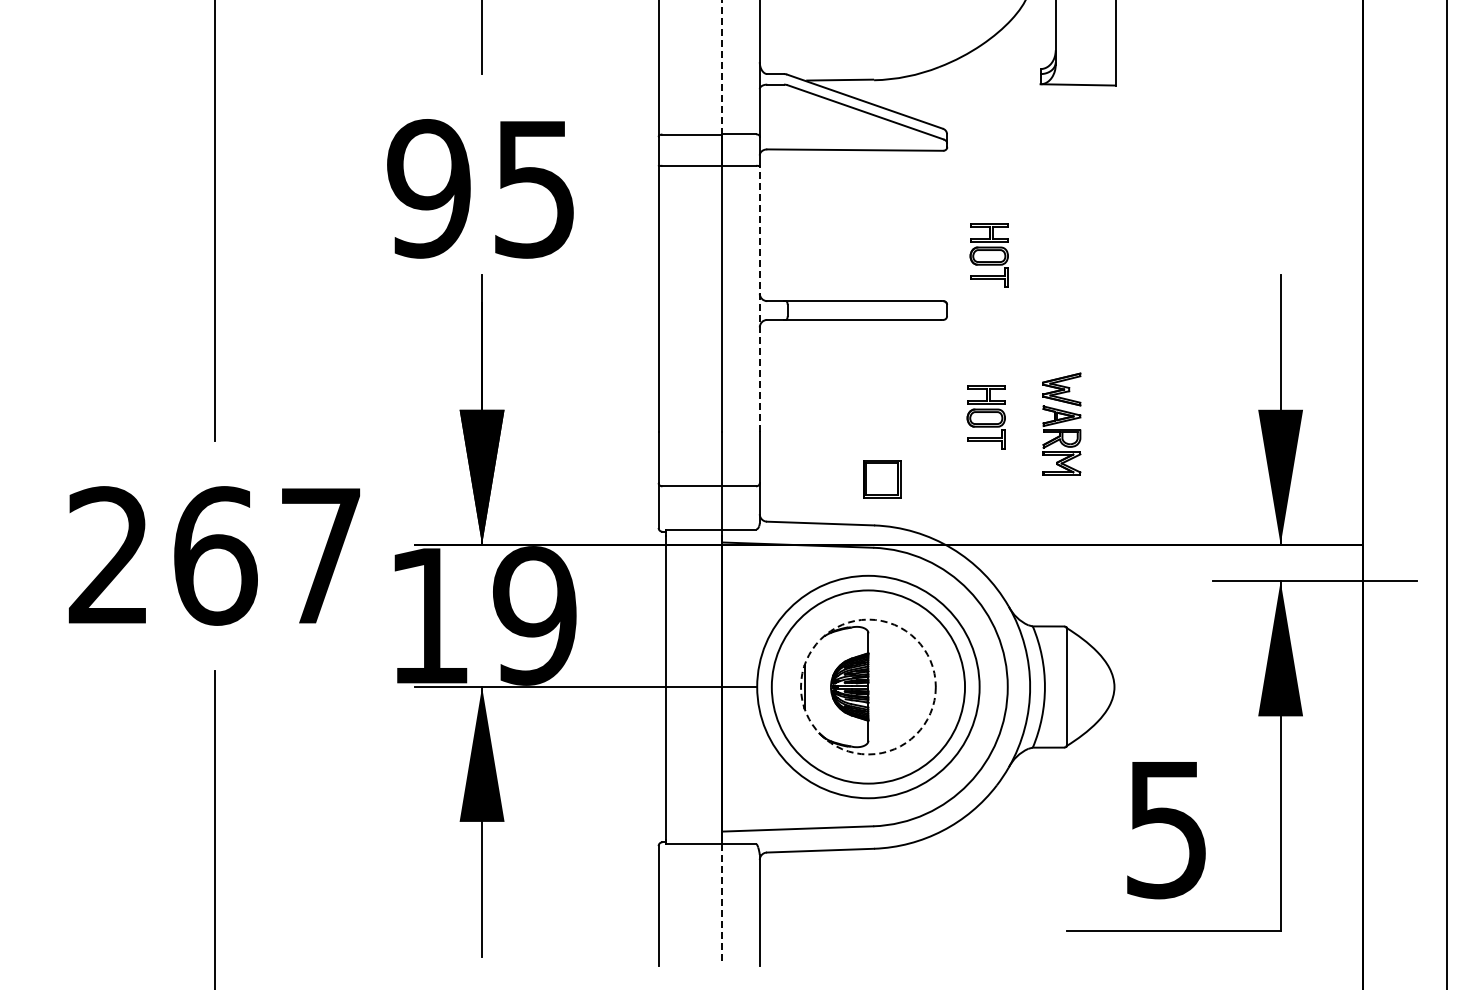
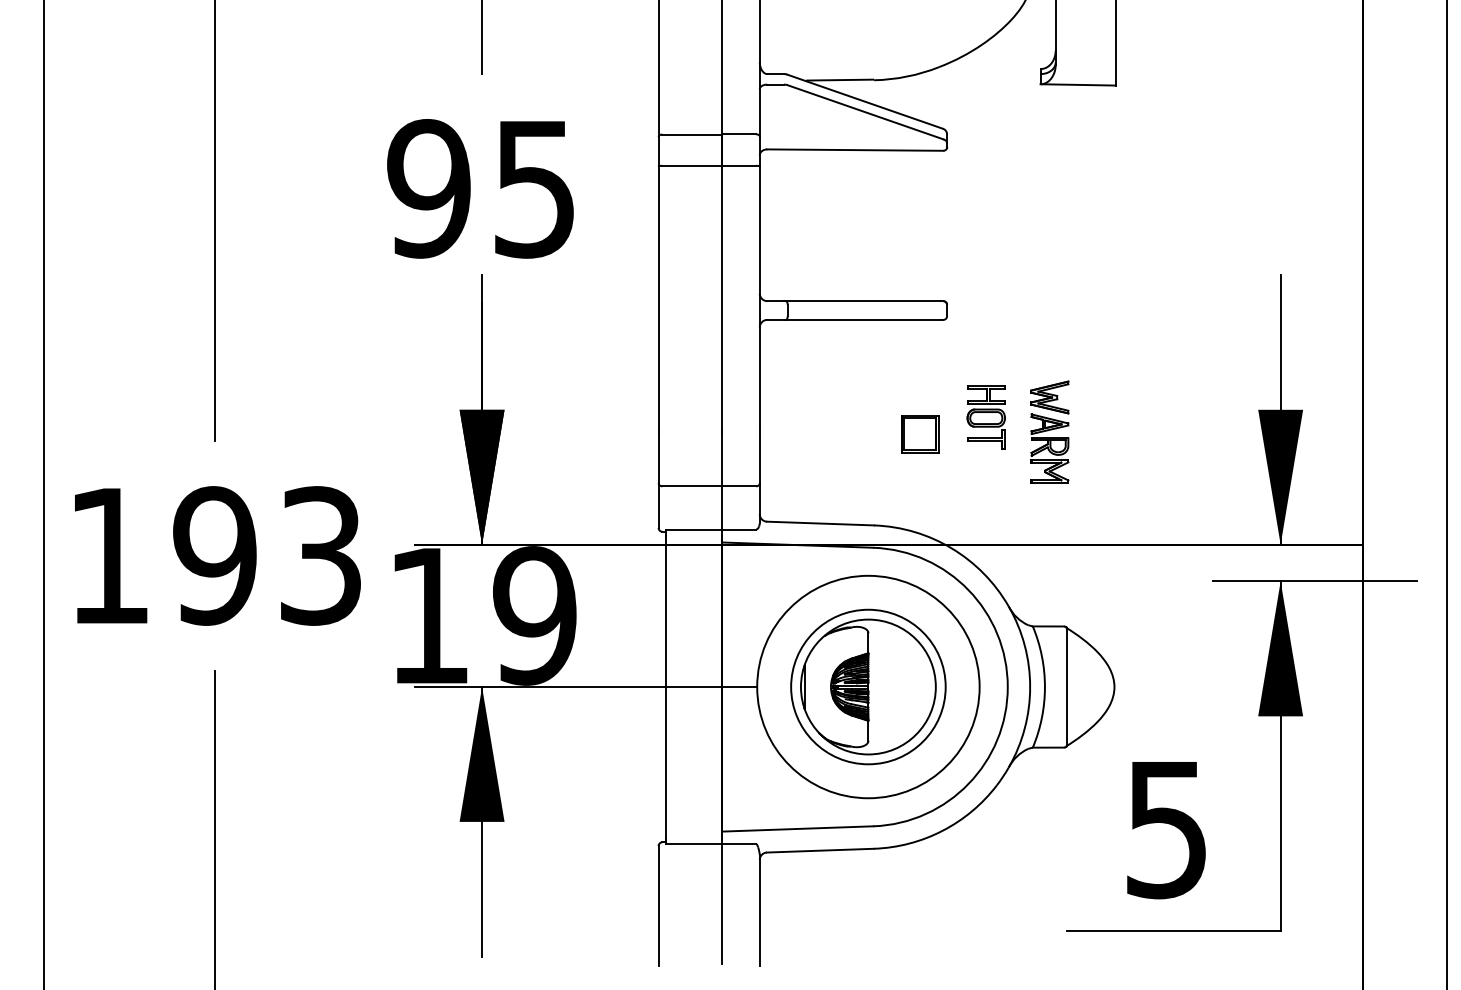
line at (722, 66): dashed -> solid
part at (988, 255): present -> none
line at (759, 299): dashed -> solid
part at (1061, 423) position: (1061, 423) -> (1049, 431)
part at (882, 479) position: (882, 479) -> (920, 434)
line at (43, 494): none -> present
text at (214, 555): 267 -> 193
circle at (867, 686): dashed -> solid
circle at (868, 686) diameter: 193 px -> 155 px
line at (722, 904): dashed -> solid
